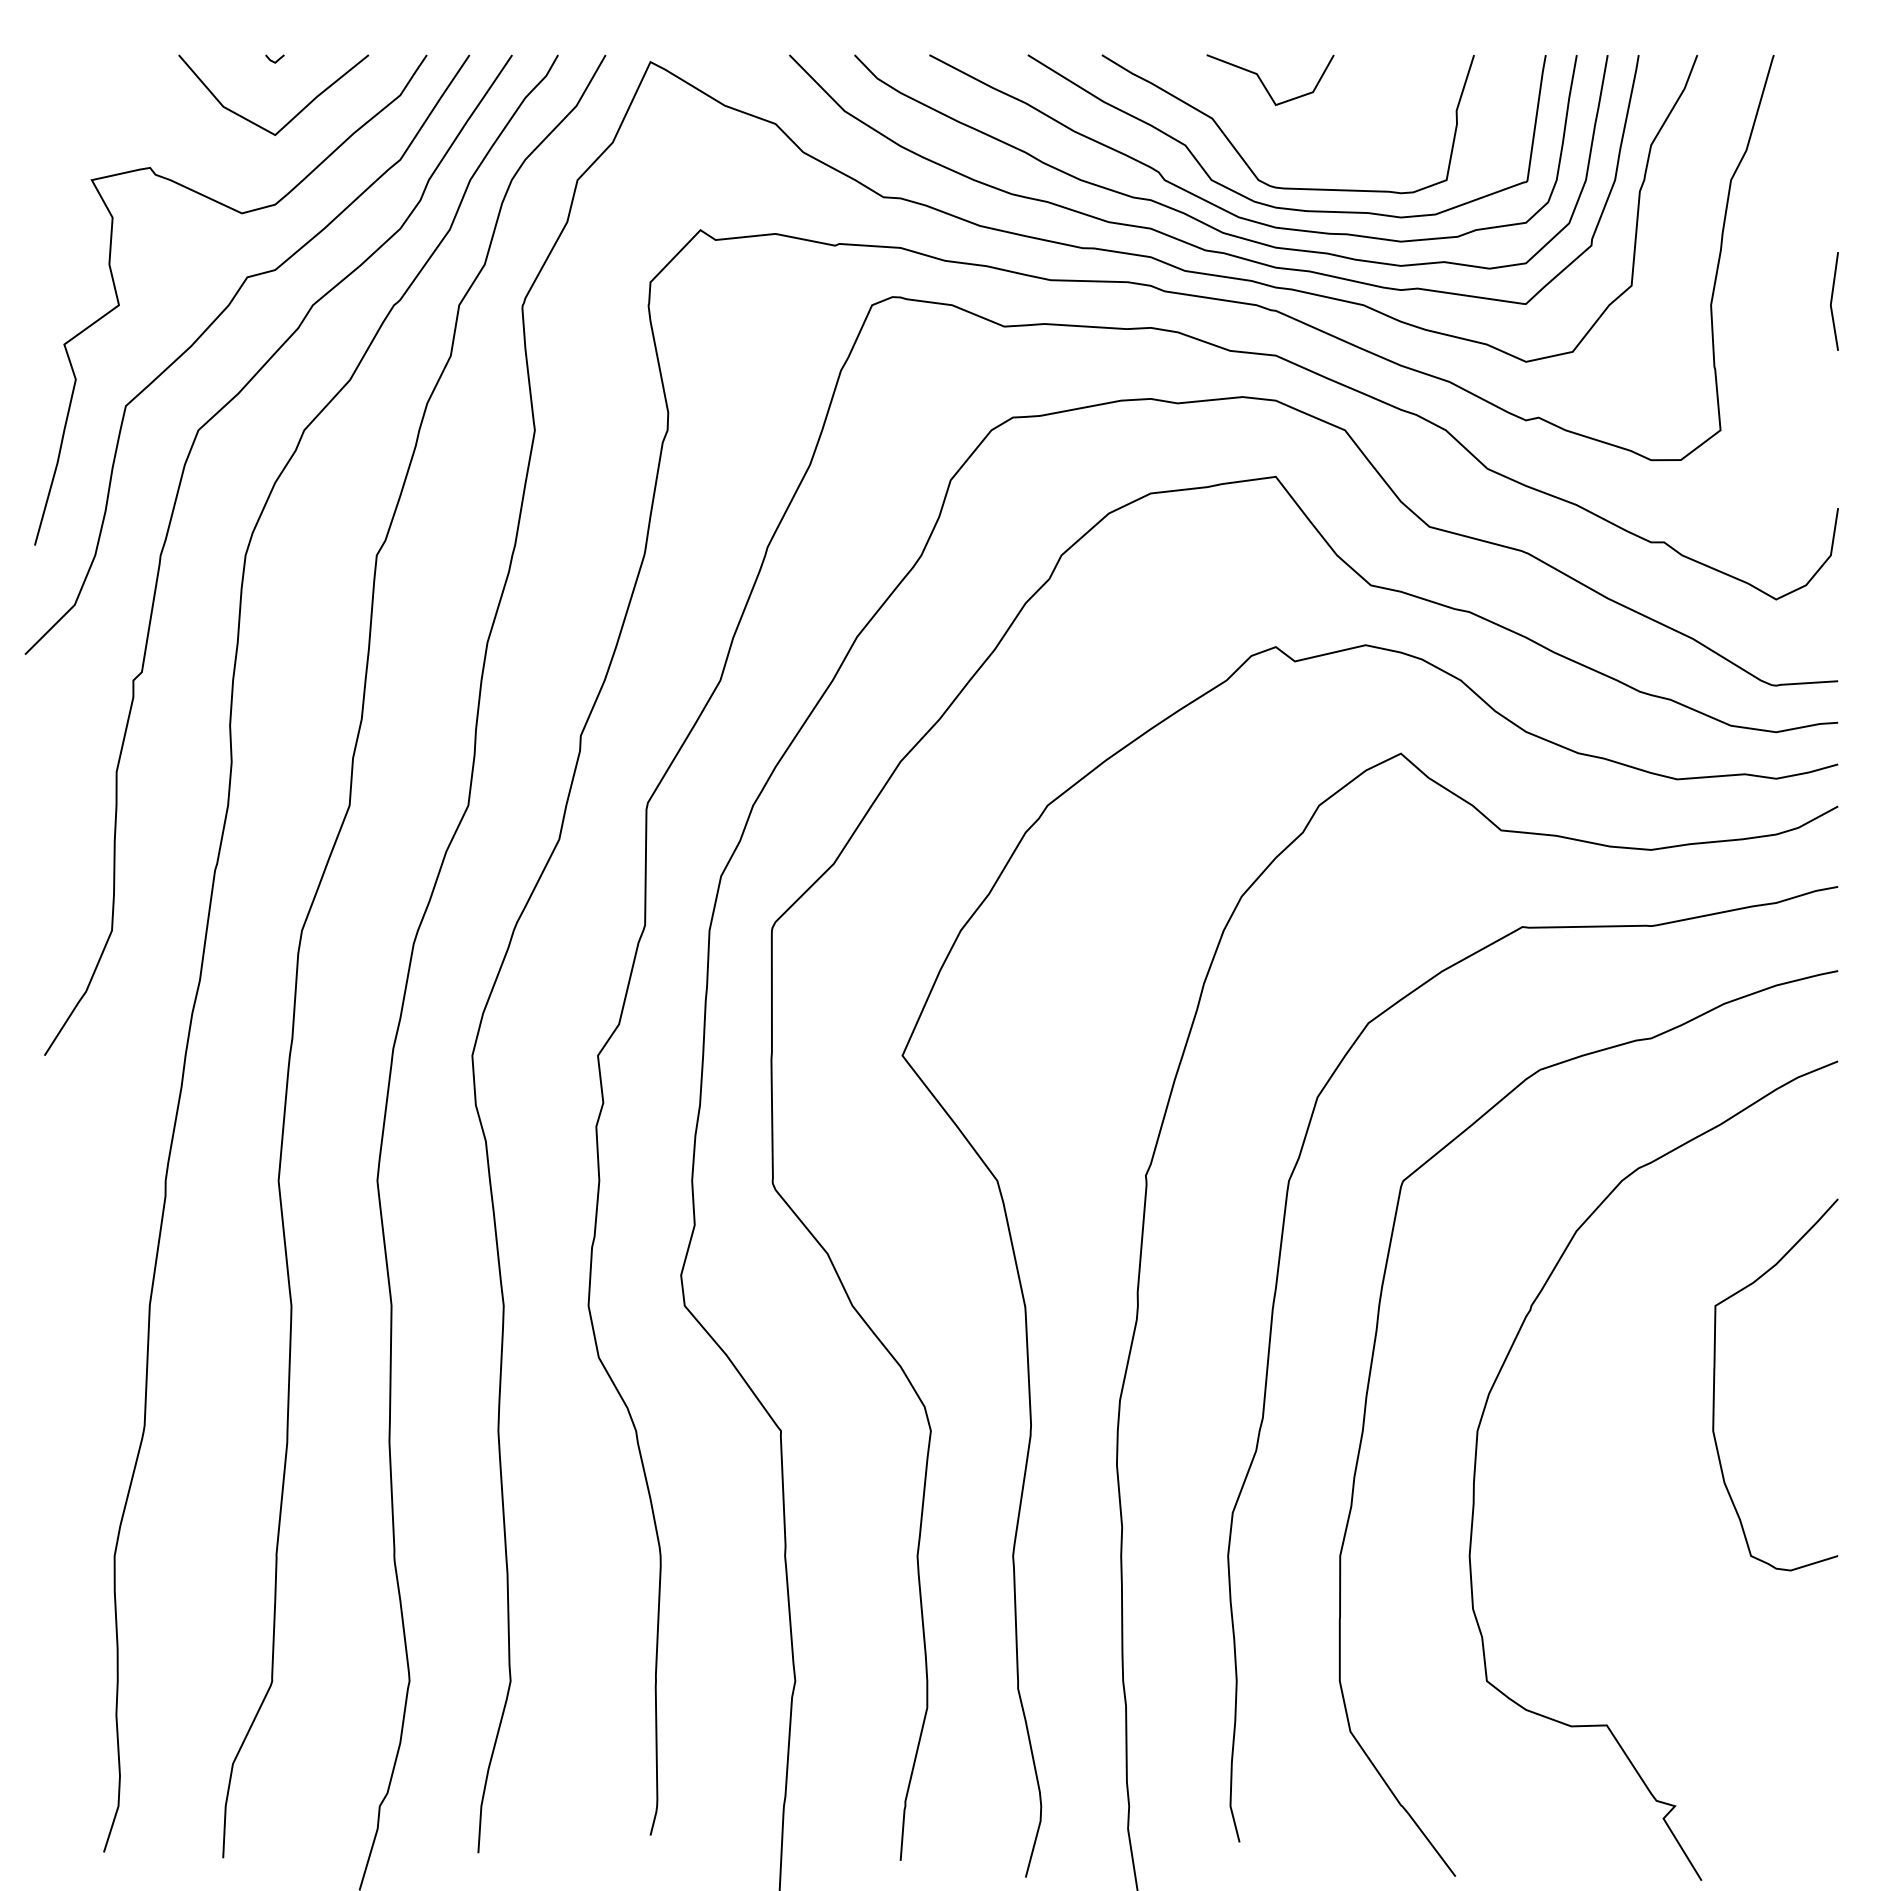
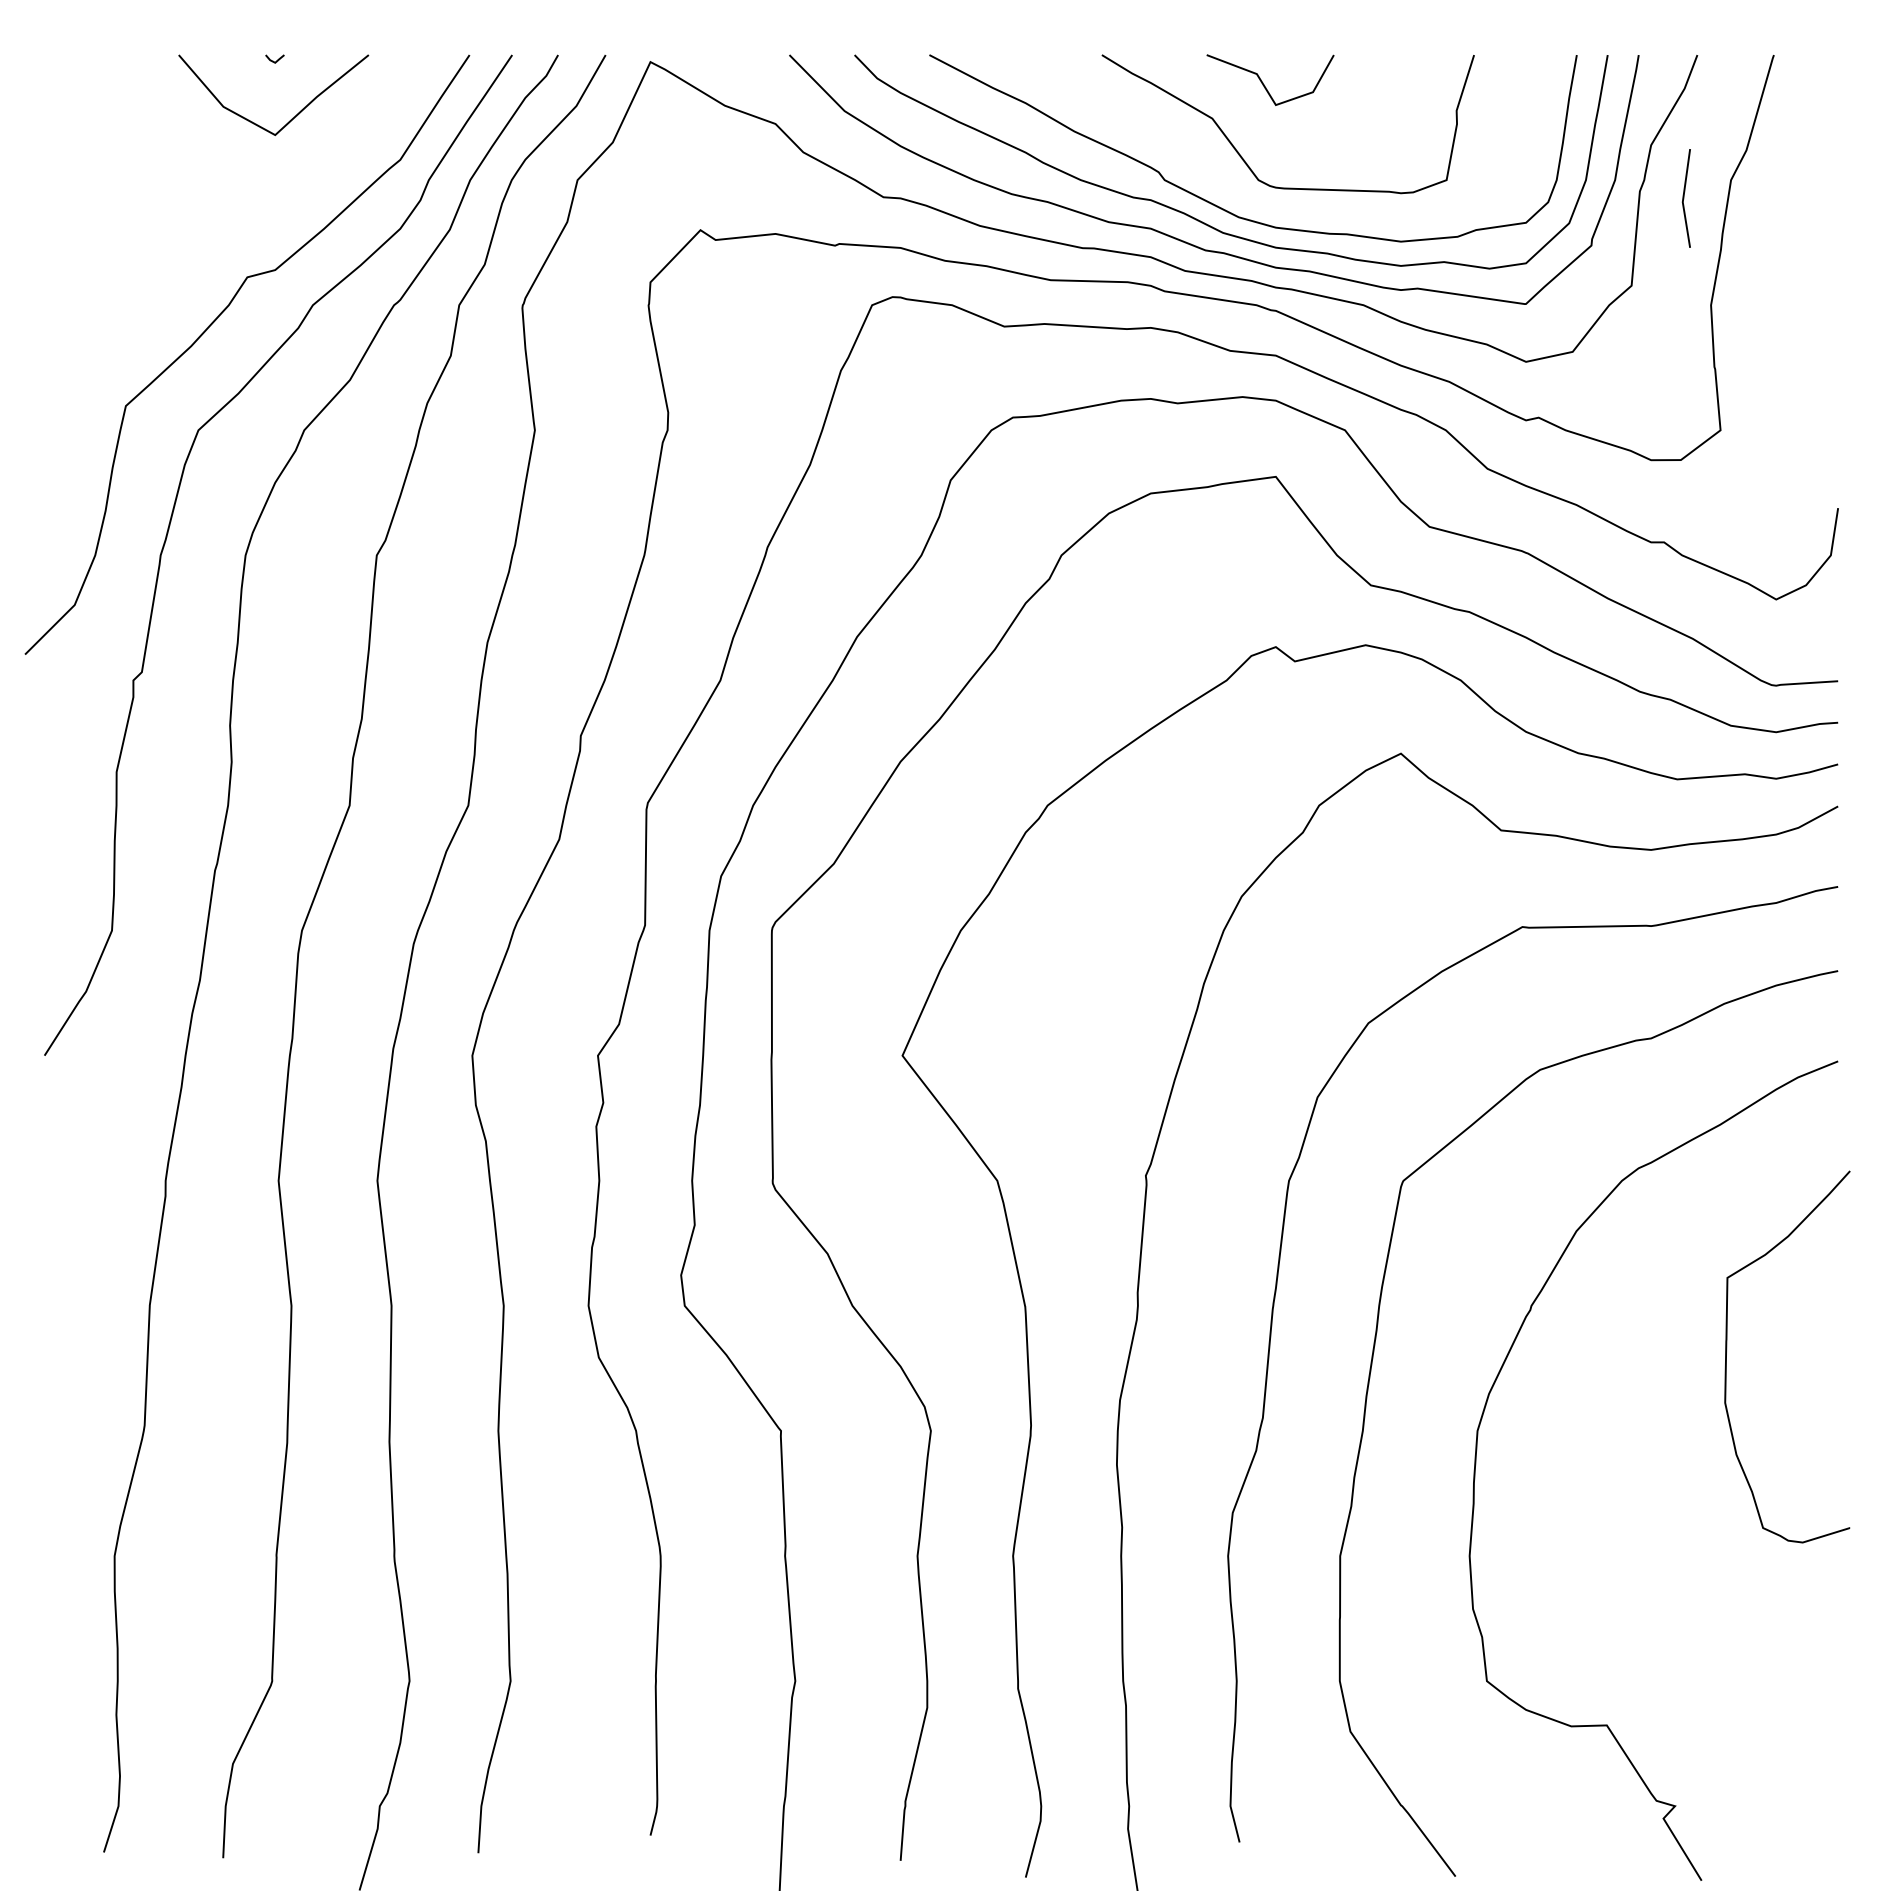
curve at (1269, 204): present -> none
curve at (241, 214): present -> none
line at (1832, 301) position: (1832, 301) -> (1684, 198)
curve at (1715, 1377) position: (1715, 1377) -> (1727, 1349)
